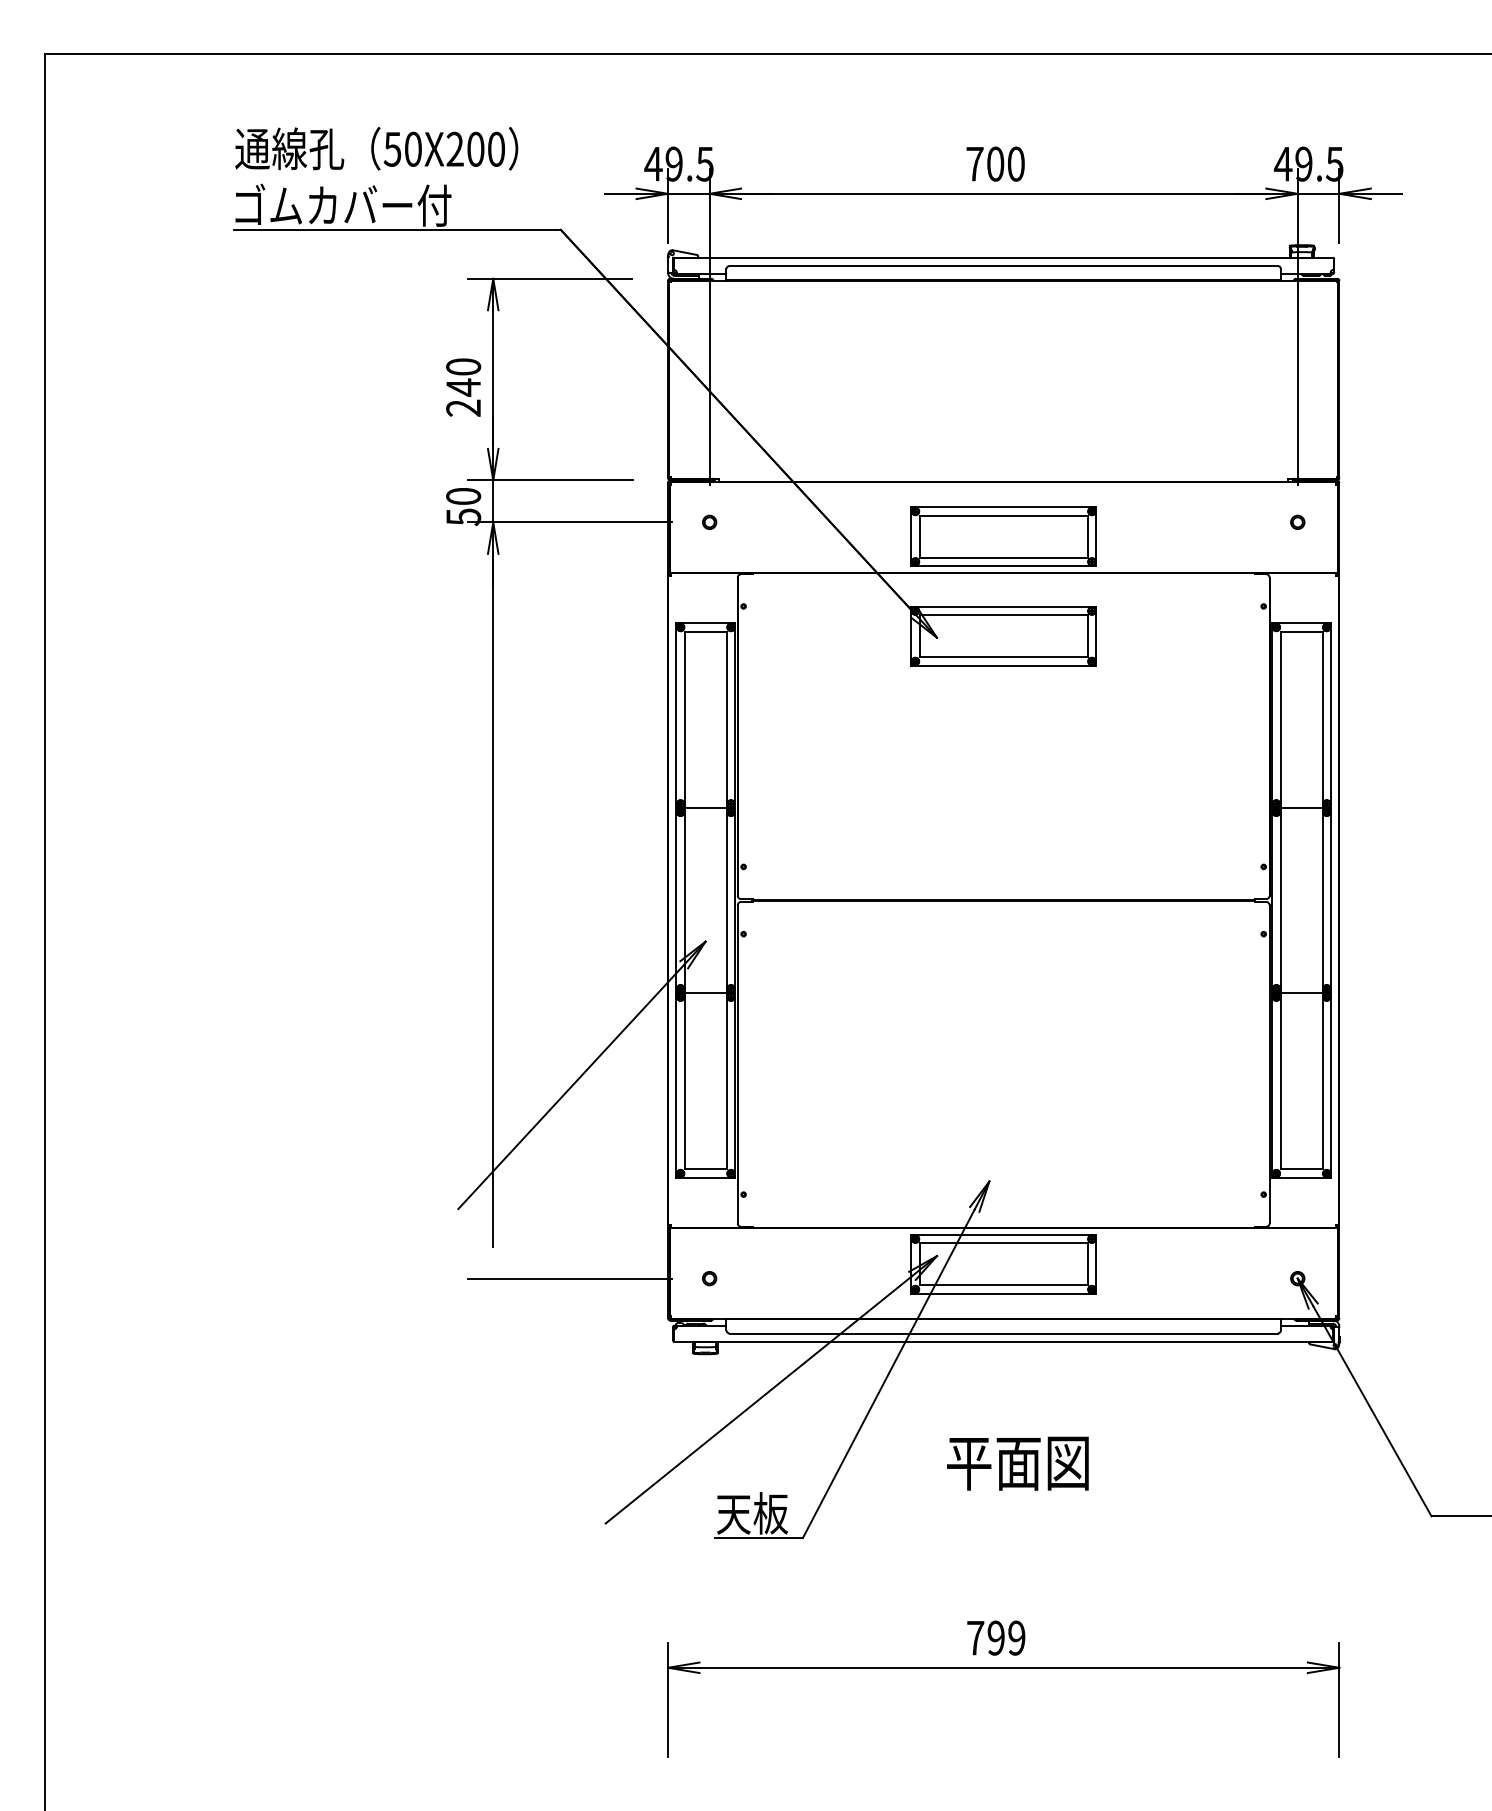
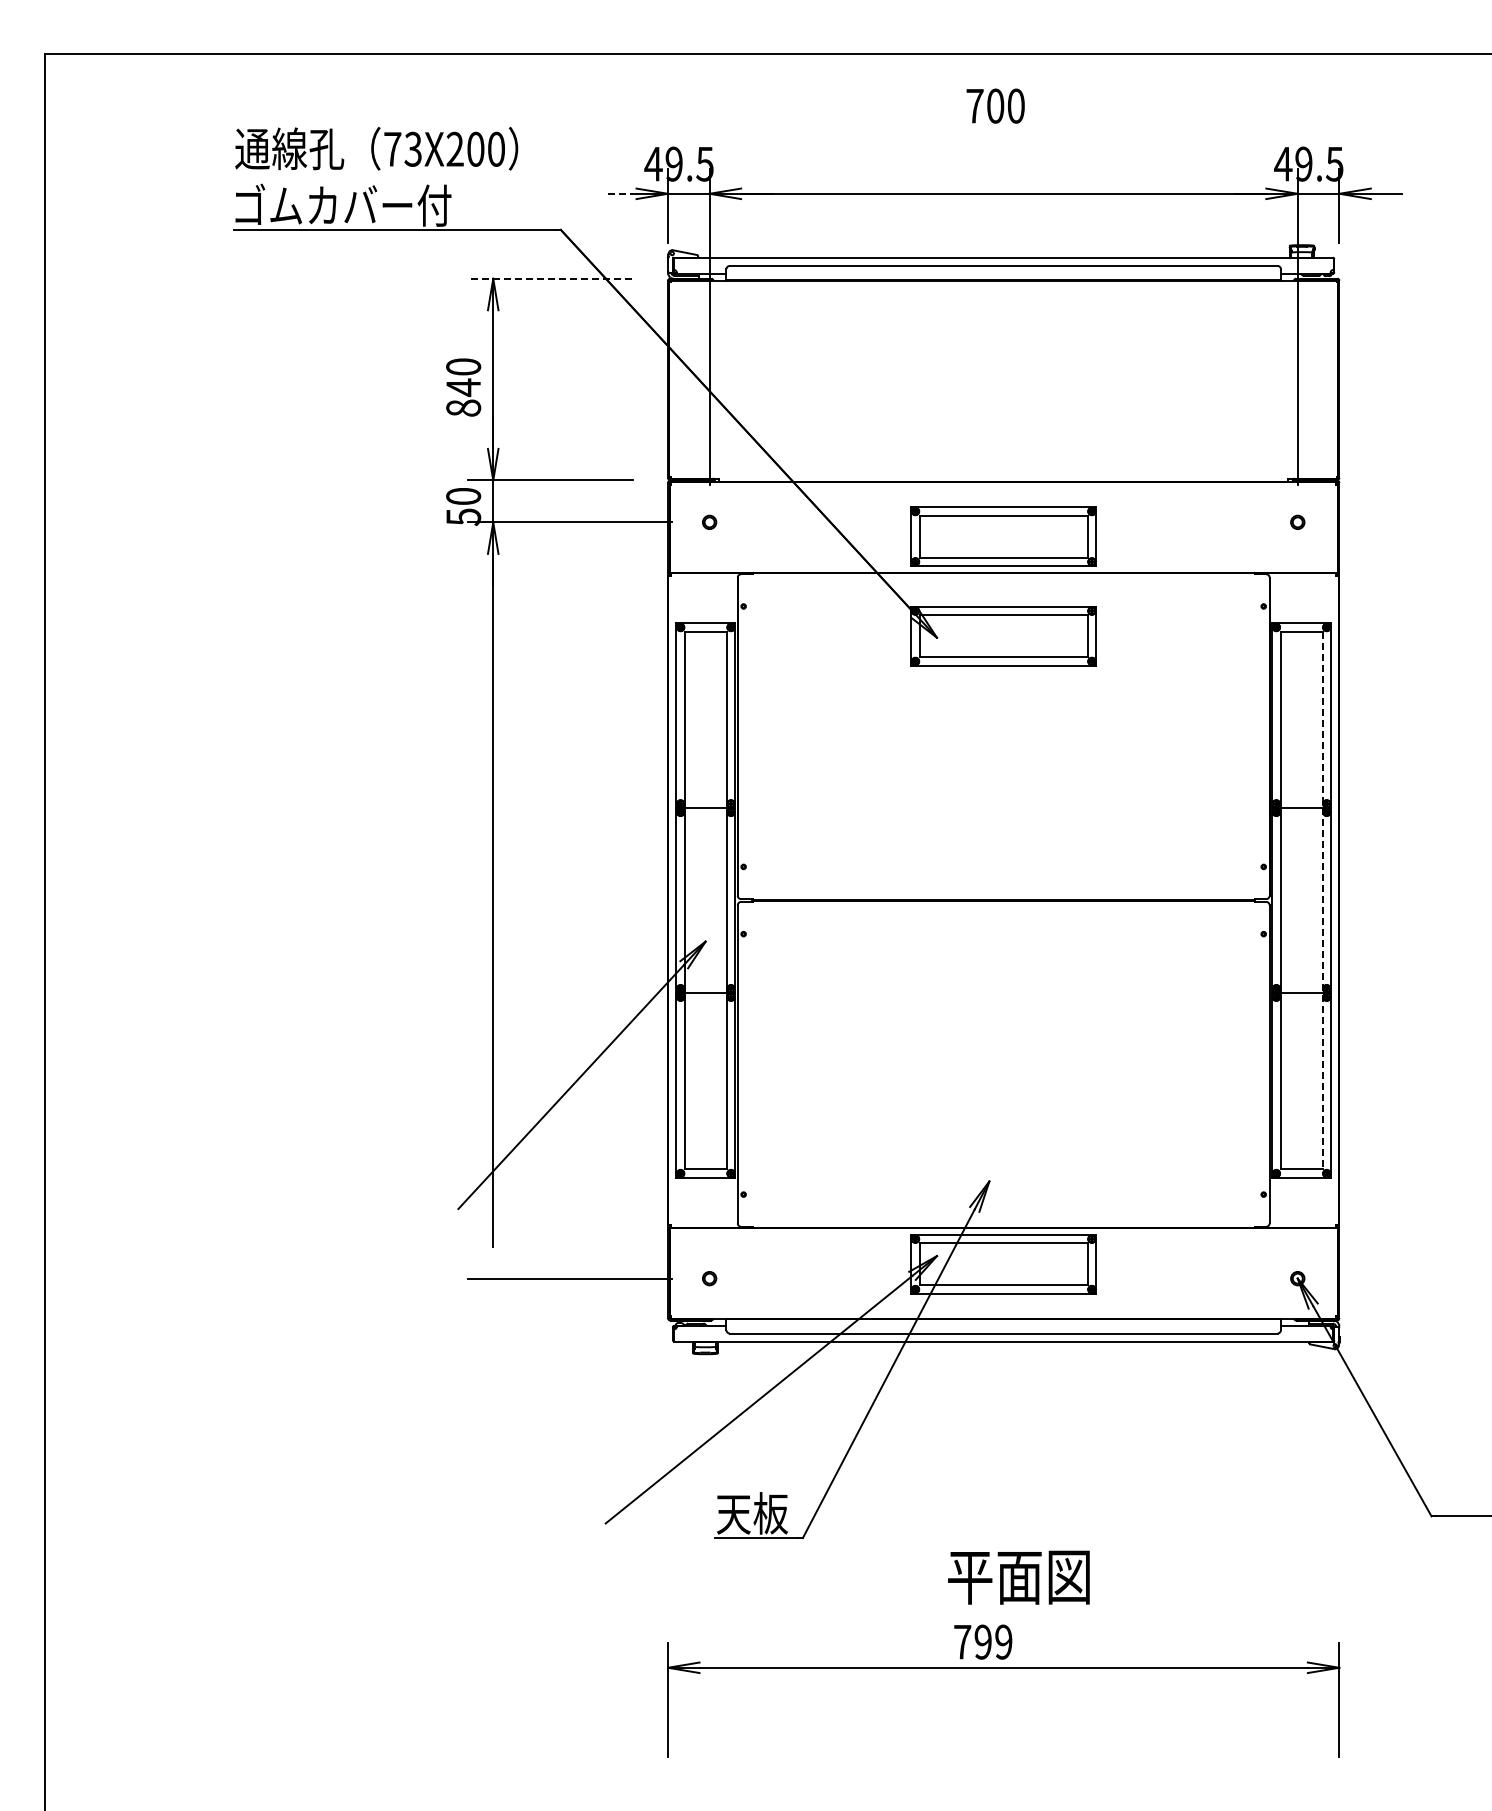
text at (402, 148): 50X200 -> 73X200
text at (995, 163) position: (995, 163) -> (995, 105)
line at (620, 193): solid -> dashed
line at (549, 278): solid -> dashed
text at (463, 407): 240 -> 840
line at (1322, 900): solid -> dashed
text at (1017, 1463) position: (1017, 1463) -> (1018, 1577)
text at (996, 1637) position: (996, 1637) -> (983, 1641)
